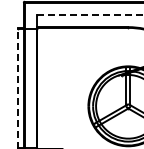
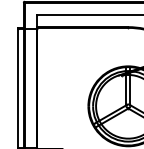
line at (90, 14): dashed -> solid
line at (17, 87): dashed -> solid
